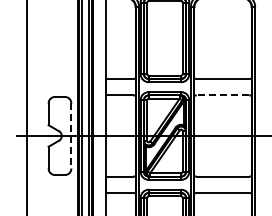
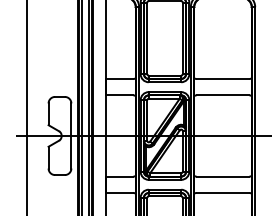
line at (222, 95): dashed -> solid
line at (71, 135): dashed -> solid
